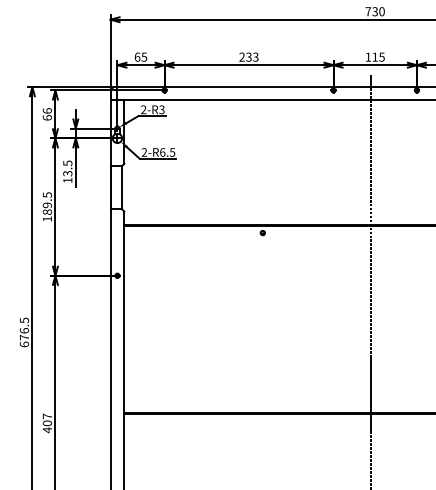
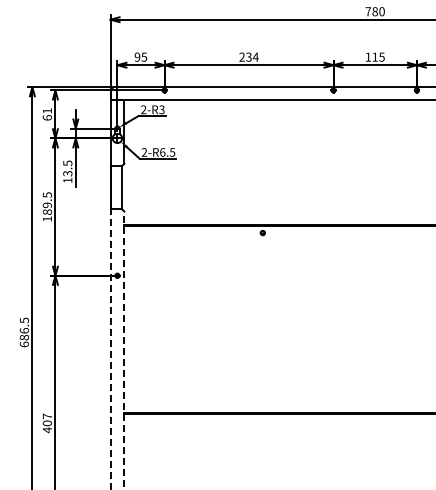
text at (374, 11): 730 -> 780
text at (137, 56): 65 -> 95
text at (255, 56): 233 -> 234
text at (47, 110): 66 -> 61
line at (370, 280): present -> none
text at (24, 337): 676.5 -> 686.5
line at (110, 349): solid -> dashed
line at (124, 350): solid -> dashed
